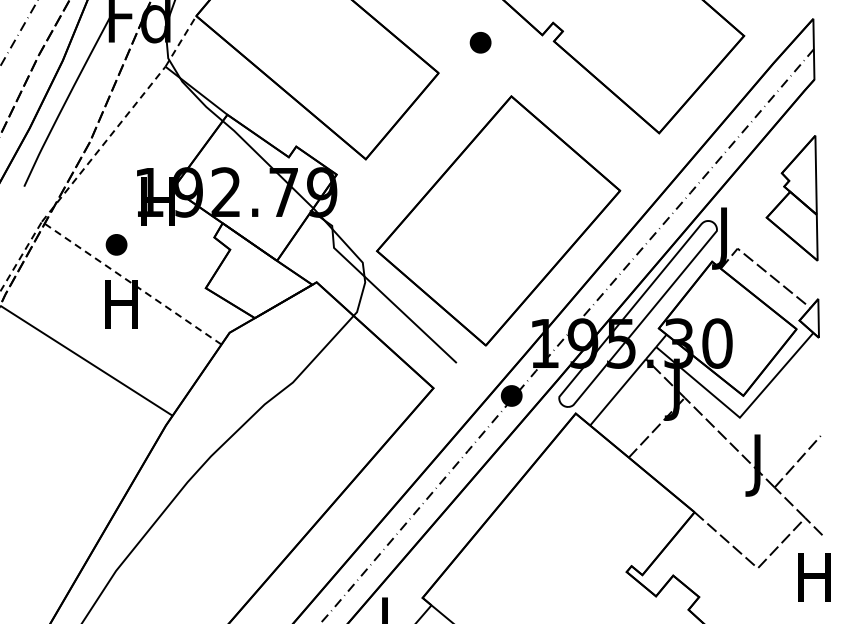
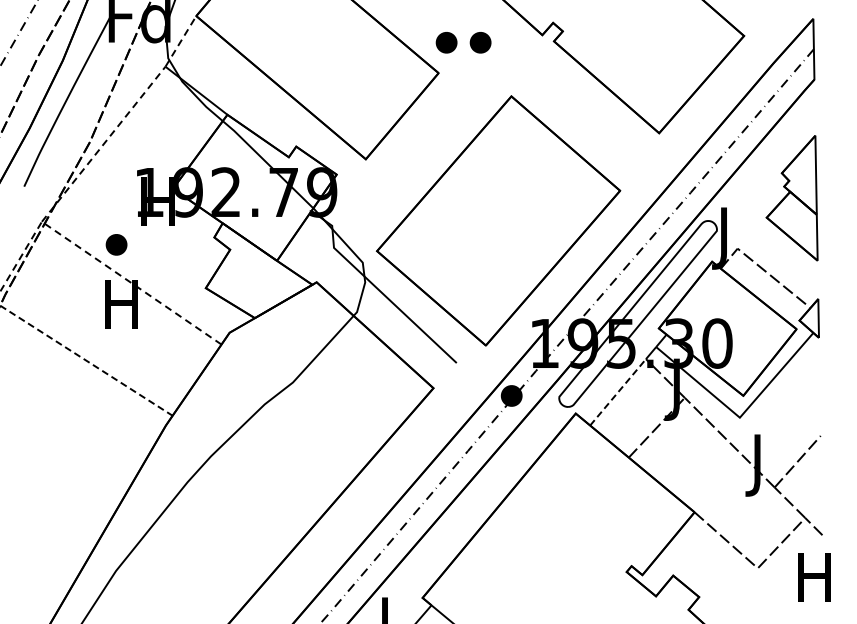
part at (446, 42): none -> present
line at (86, 360): solid -> dashed
line at (618, 391): solid -> dashed
